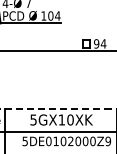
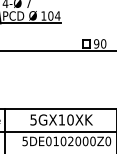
text at (103, 43): 94 -> 90
line at (58, 108): dashed -> solid
text at (107, 141): 5DE0102000Z9 -> 5DE0102000Z0
